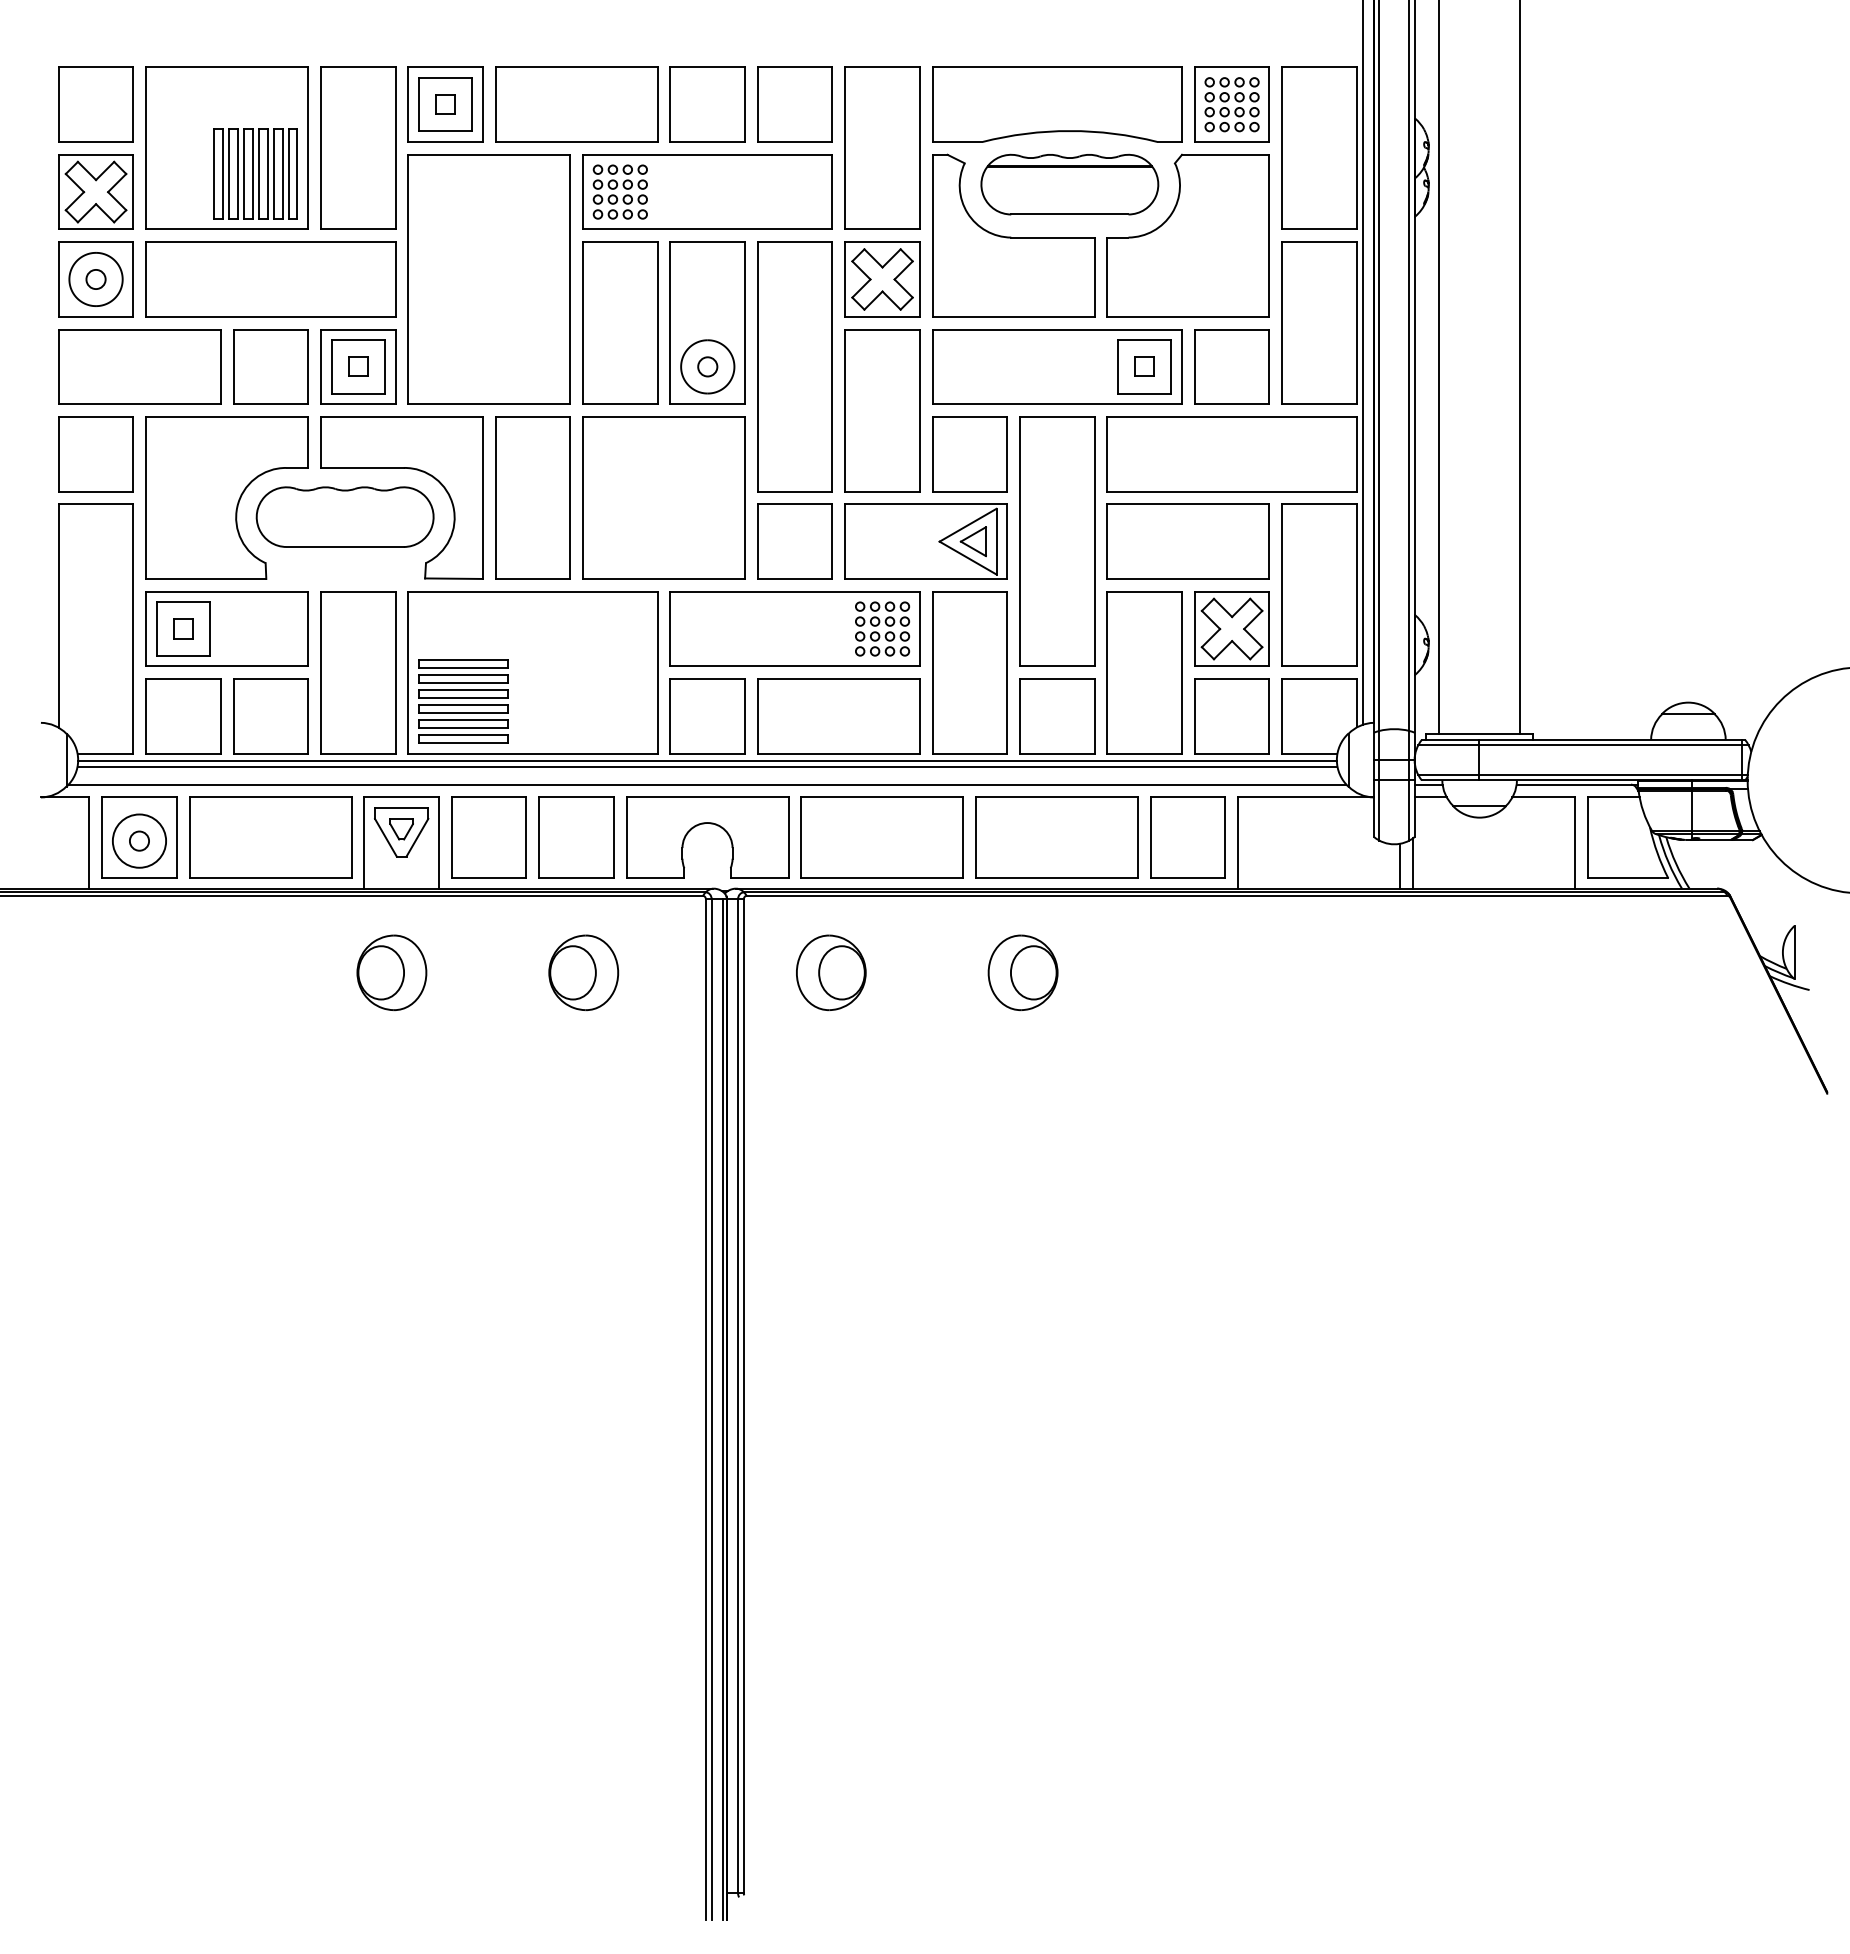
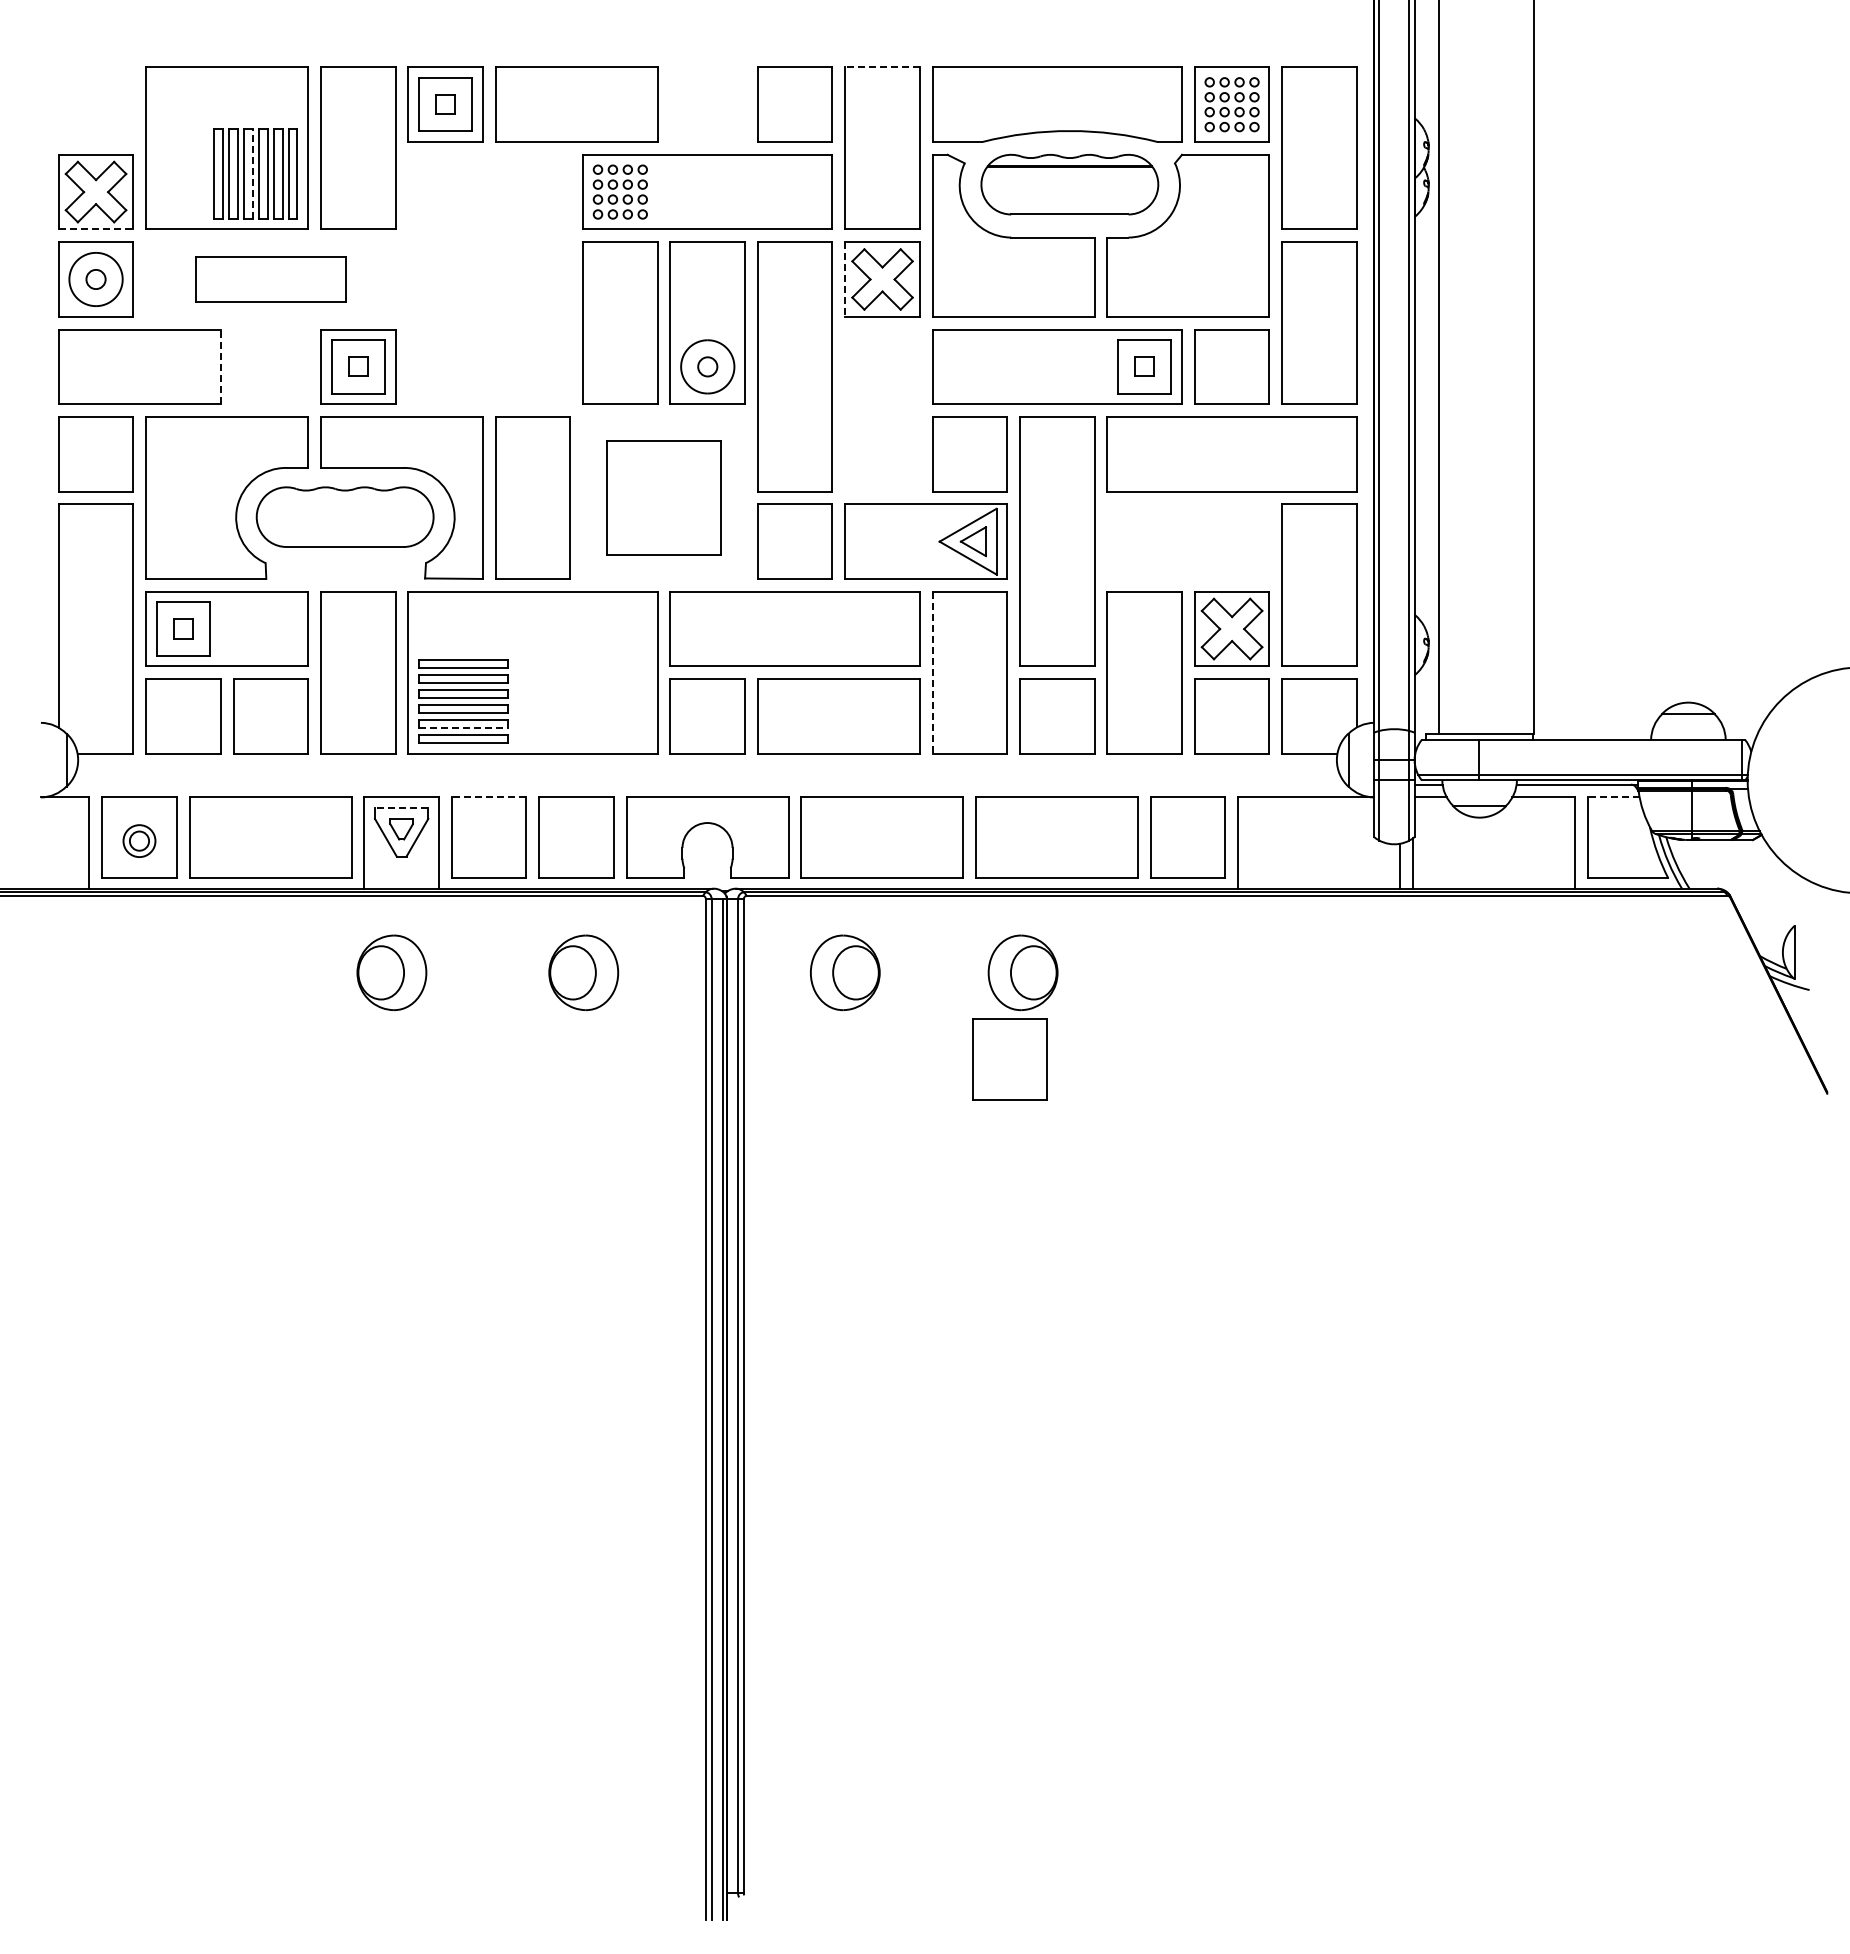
line at (882, 67): solid -> dashed
part at (95, 104): present -> none
part at (707, 104): present -> none
line at (252, 174): solid -> dashed
line at (96, 229): solid -> dashed
part at (270, 279) size: 252x77 px -> 152x47 px
part at (488, 279): present -> none
line at (845, 280): solid -> dashed
line at (1362, 363): present -> none
line at (220, 366): solid -> dashed
part at (270, 366): present -> none
line at (1520, 367) position: (1520, 367) -> (1534, 367)
part at (882, 410): present -> none
part at (663, 497) size: 164x164 px -> 116x116 px
part at (1187, 541): present -> none
part at (882, 628): present -> none
line at (932, 672): solid -> dashed
line at (463, 728): solid -> dashed
line at (1583, 745): present -> none
line at (707, 761): present -> none
line at (707, 766): present -> none
line at (707, 784): present -> none
line at (488, 797): solid -> dashed
line at (1613, 797): solid -> dashed
line at (401, 808): solid -> dashed
circle at (139, 840) diameter: 53 px -> 32 px
part at (831, 972) position: (831, 972) -> (845, 972)
part at (1009, 1059): none -> present
